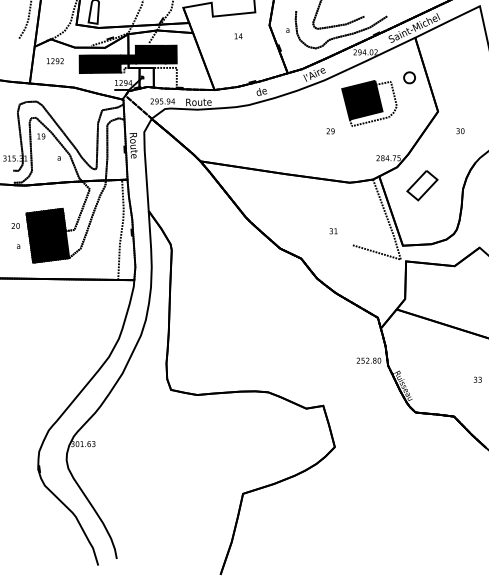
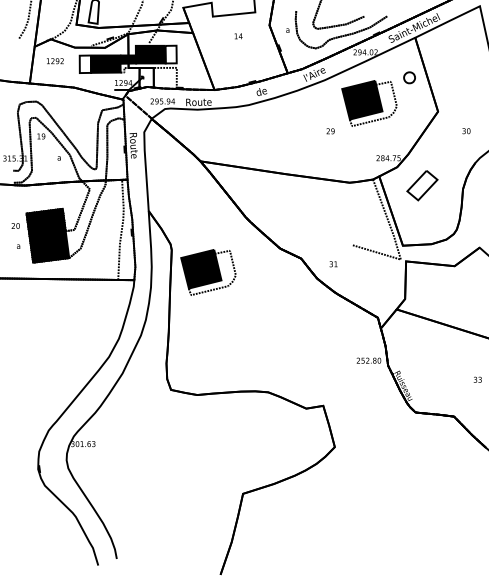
fill at (170, 54): present -> none
fill at (85, 64): present -> none
text at (460, 131) position: (460, 131) -> (466, 131)
text at (333, 231) position: (333, 231) -> (333, 264)
part at (208, 272): none -> present
